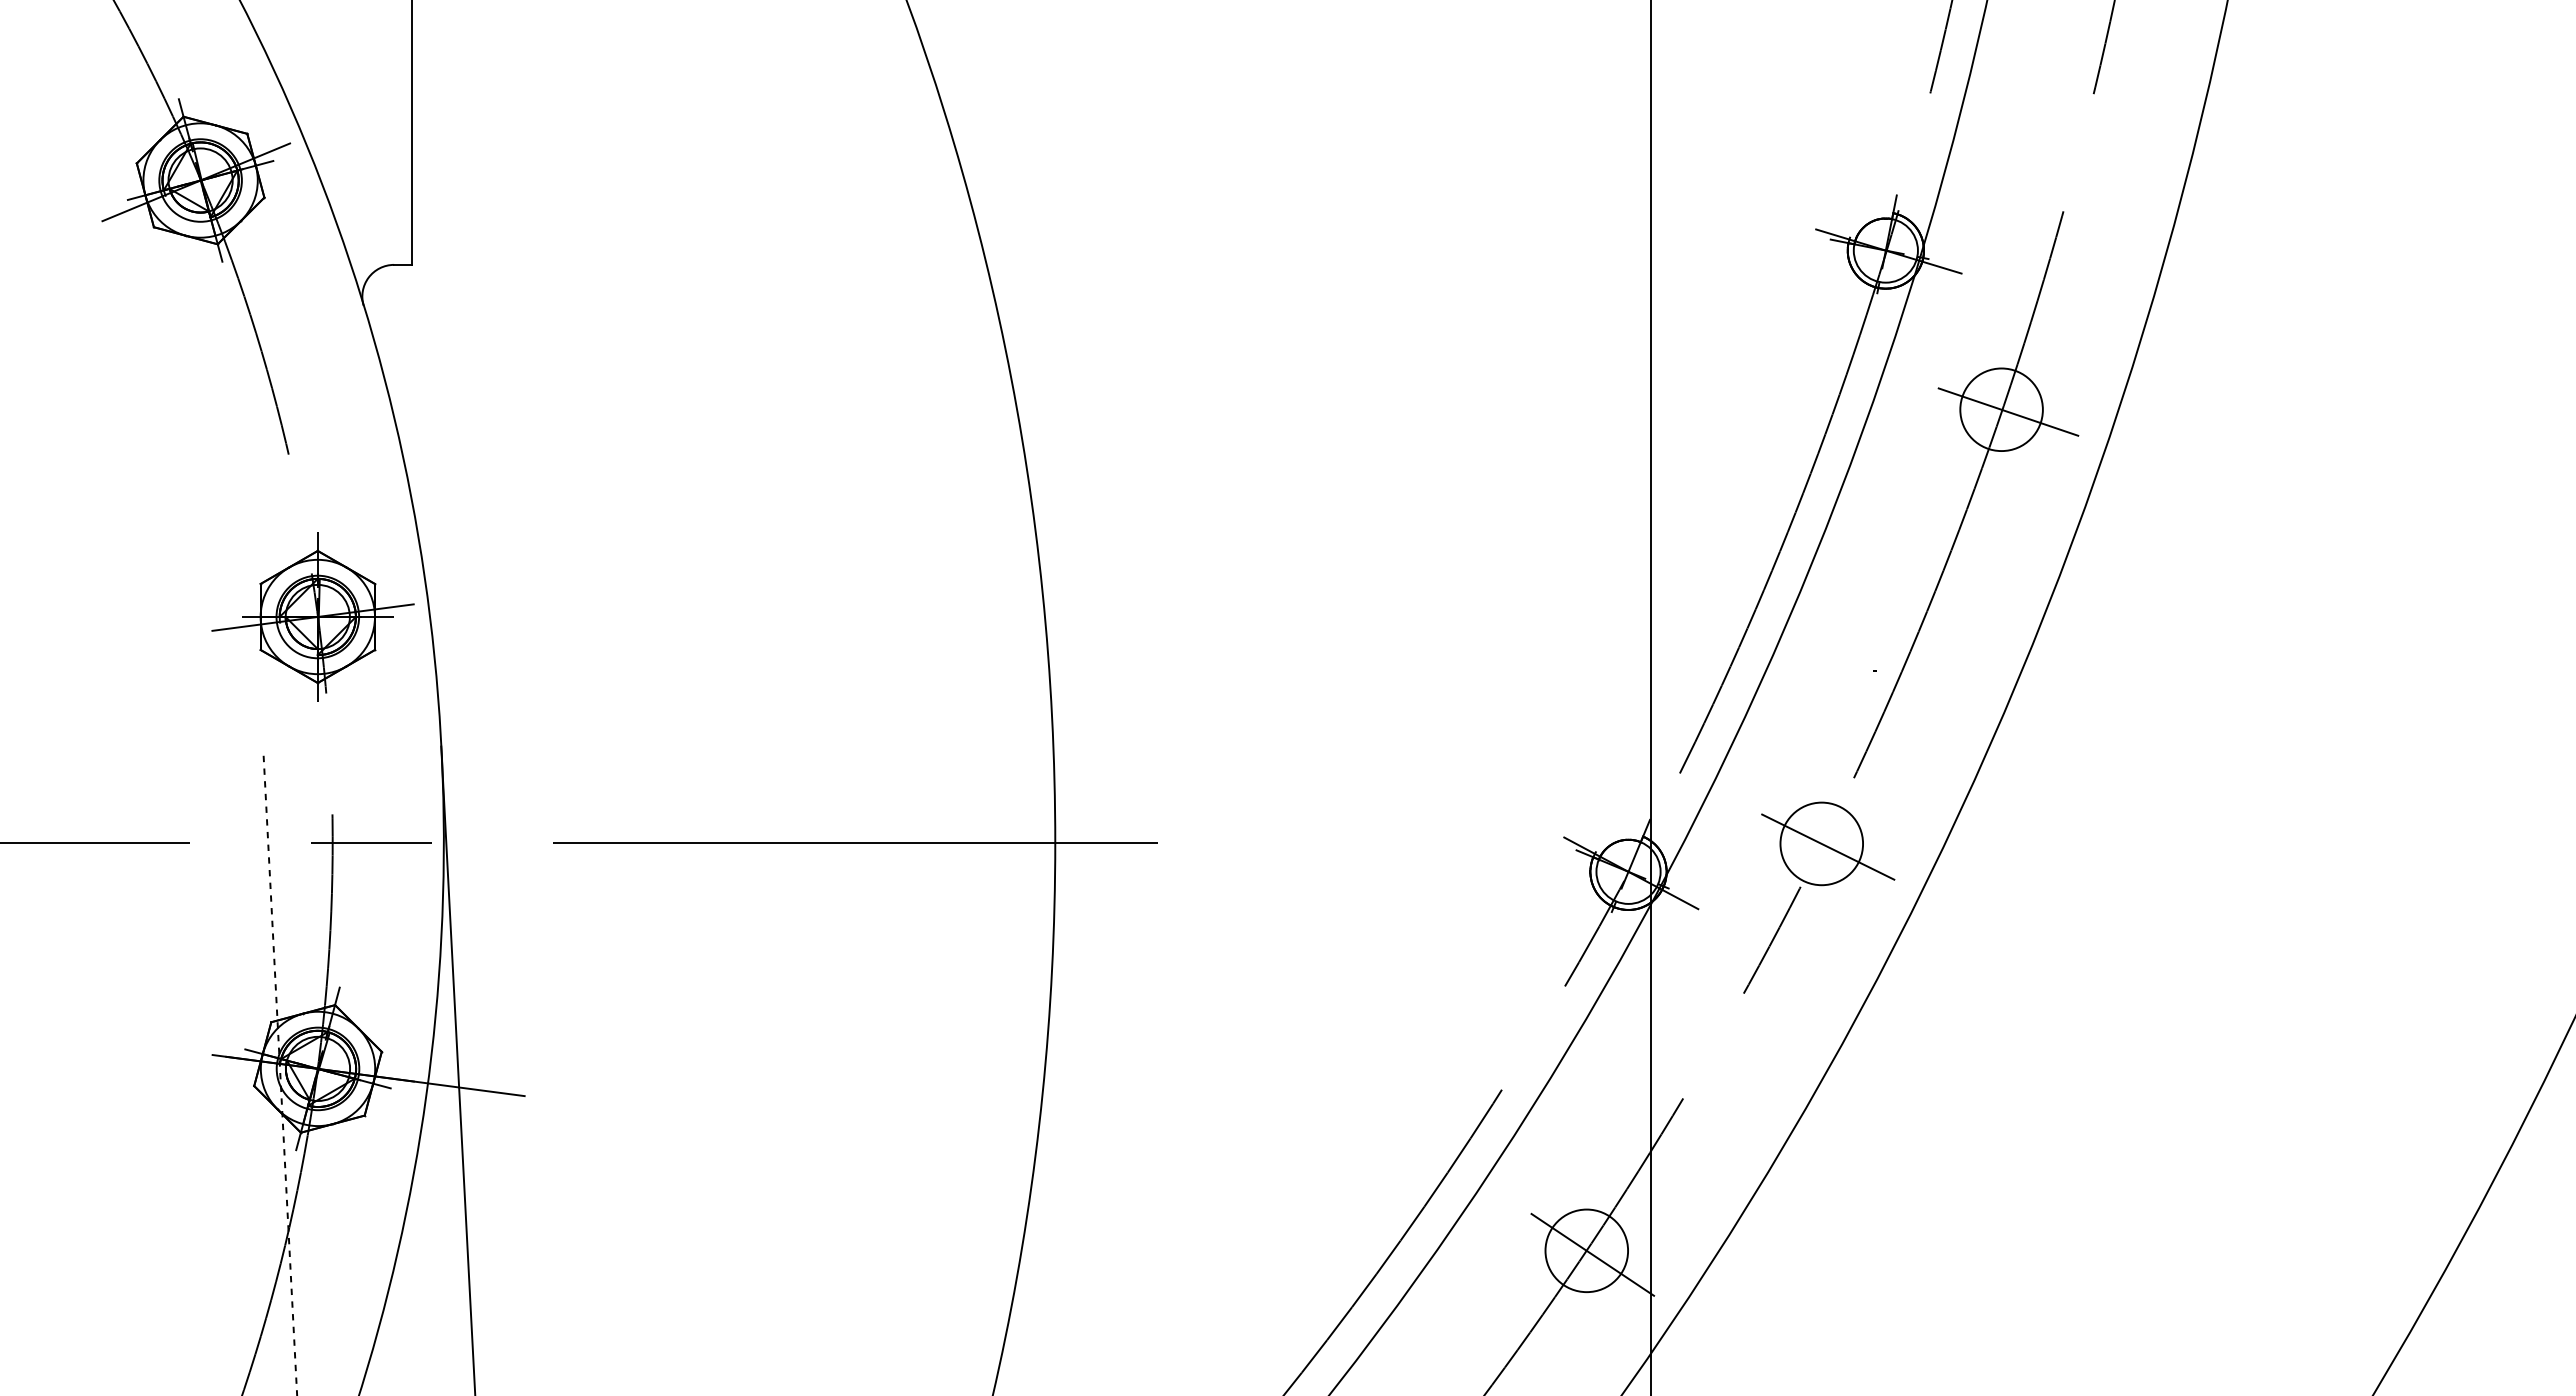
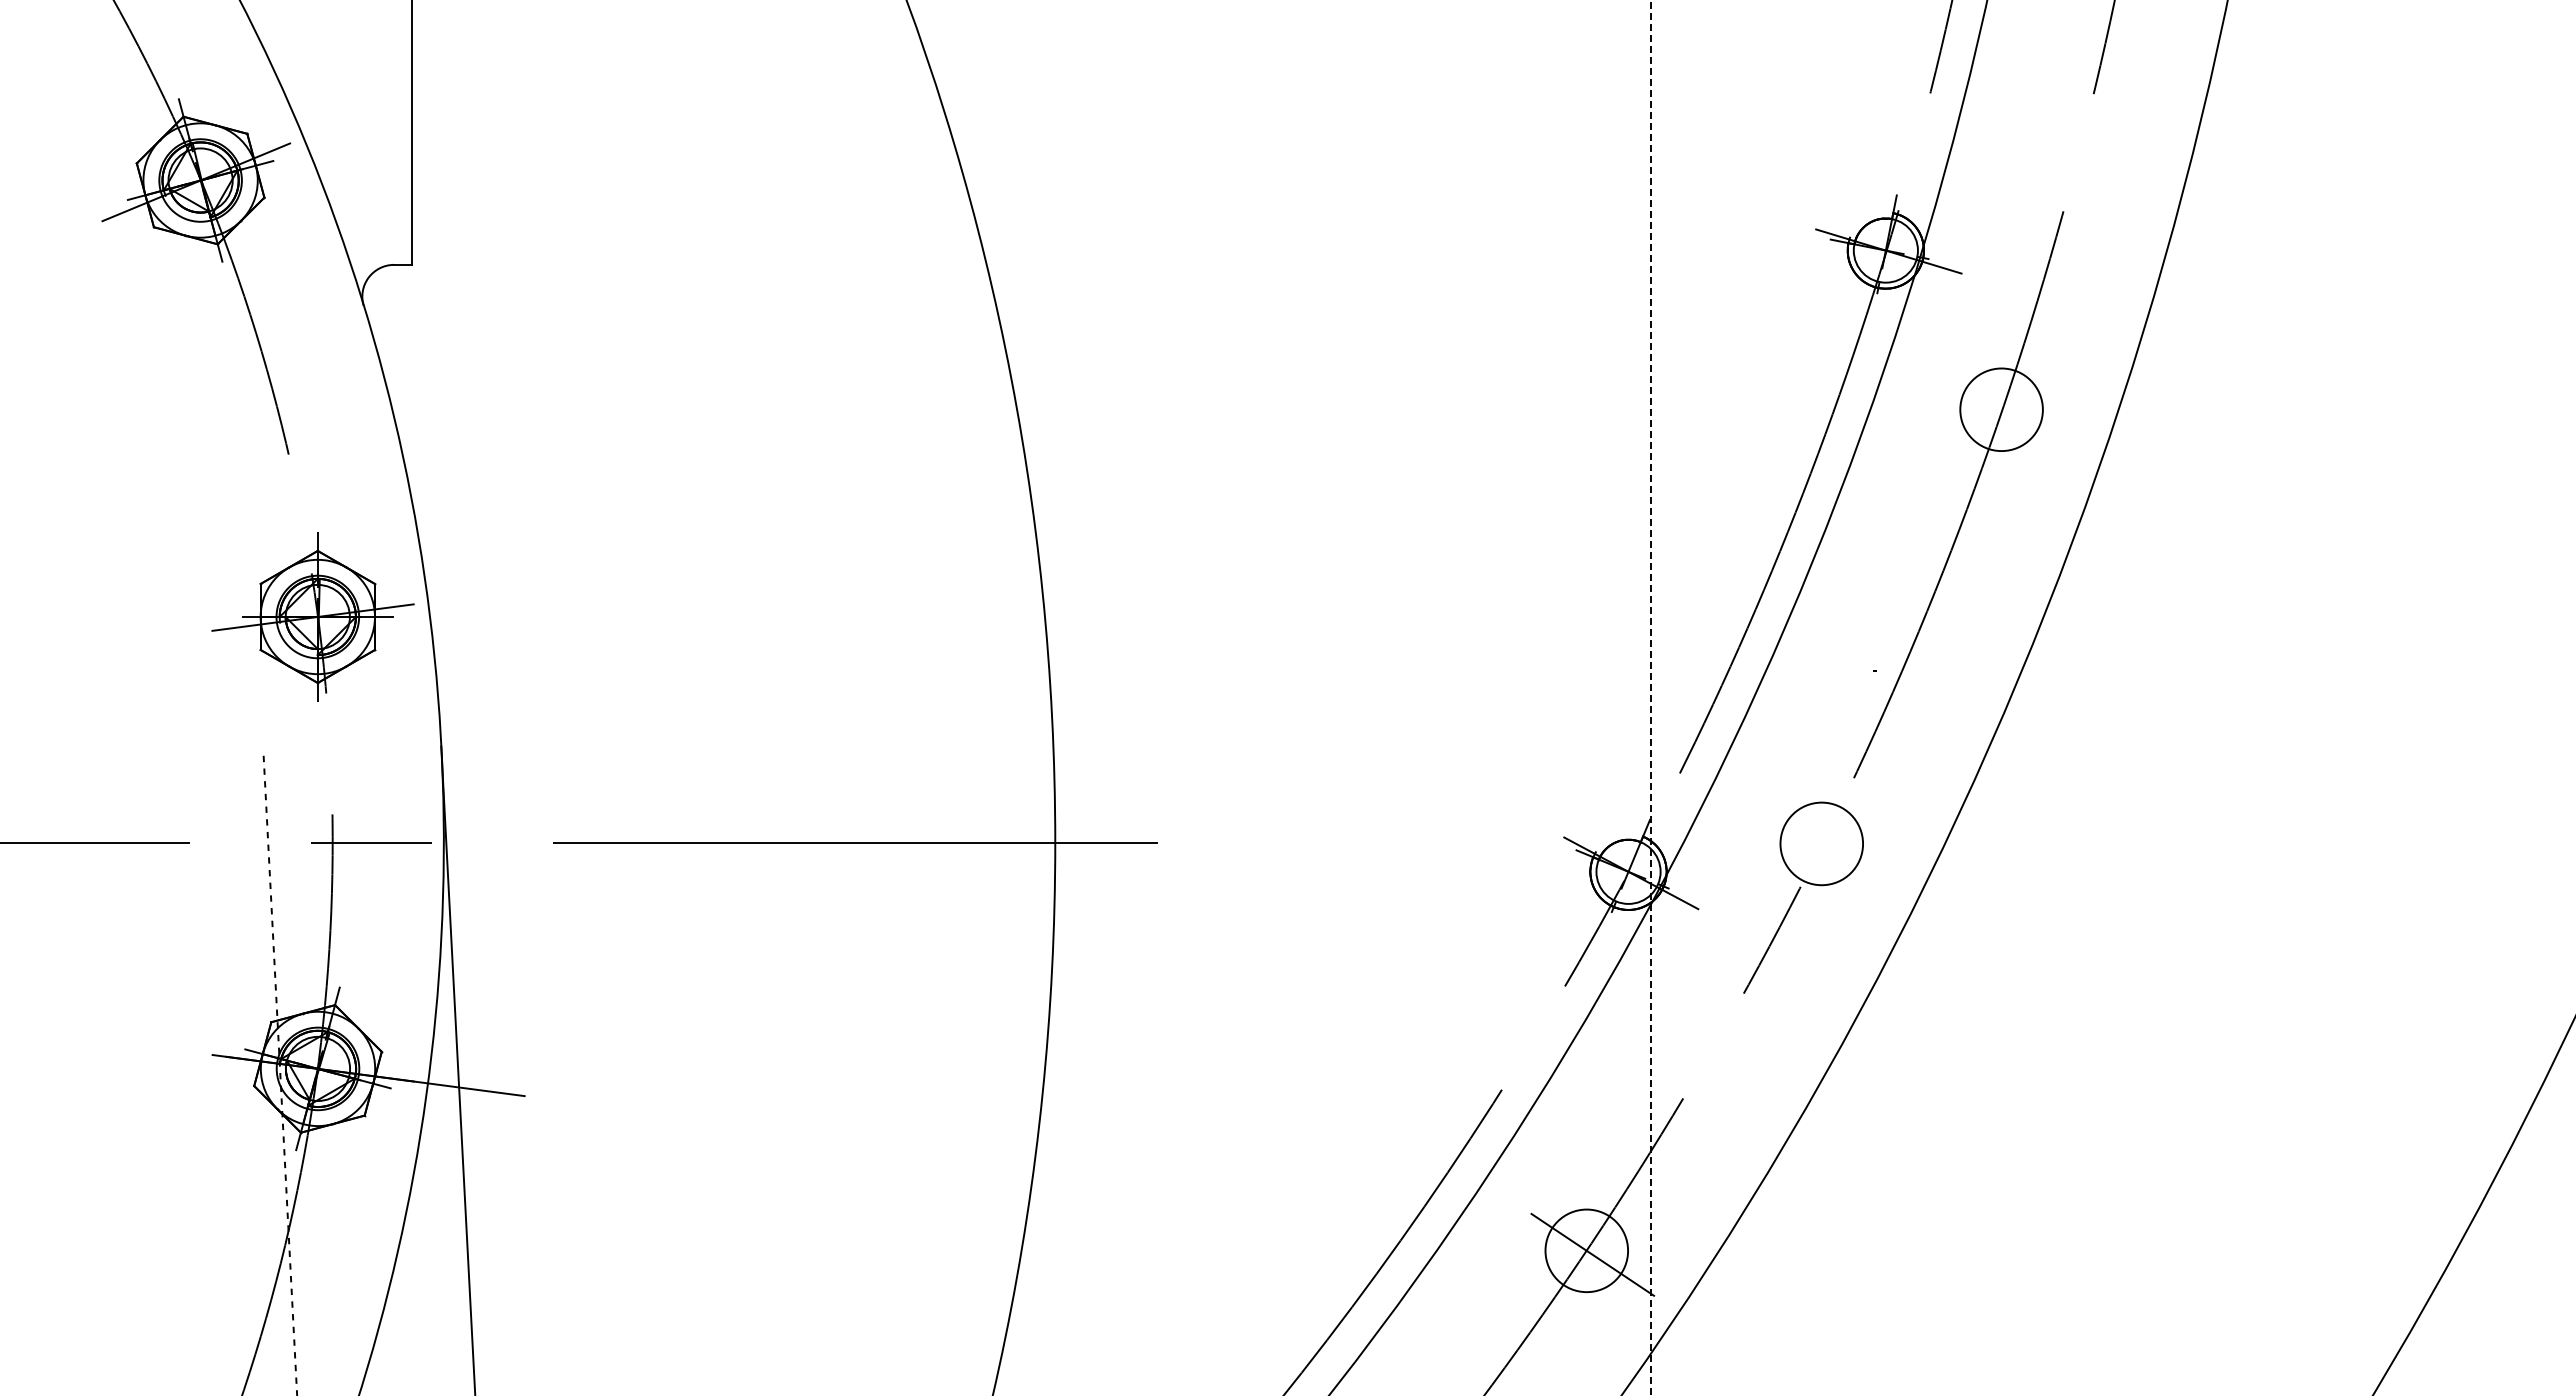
line at (2008, 412): present -> none
line at (1650, 698): solid -> dashed
line at (1828, 847): present -> none
